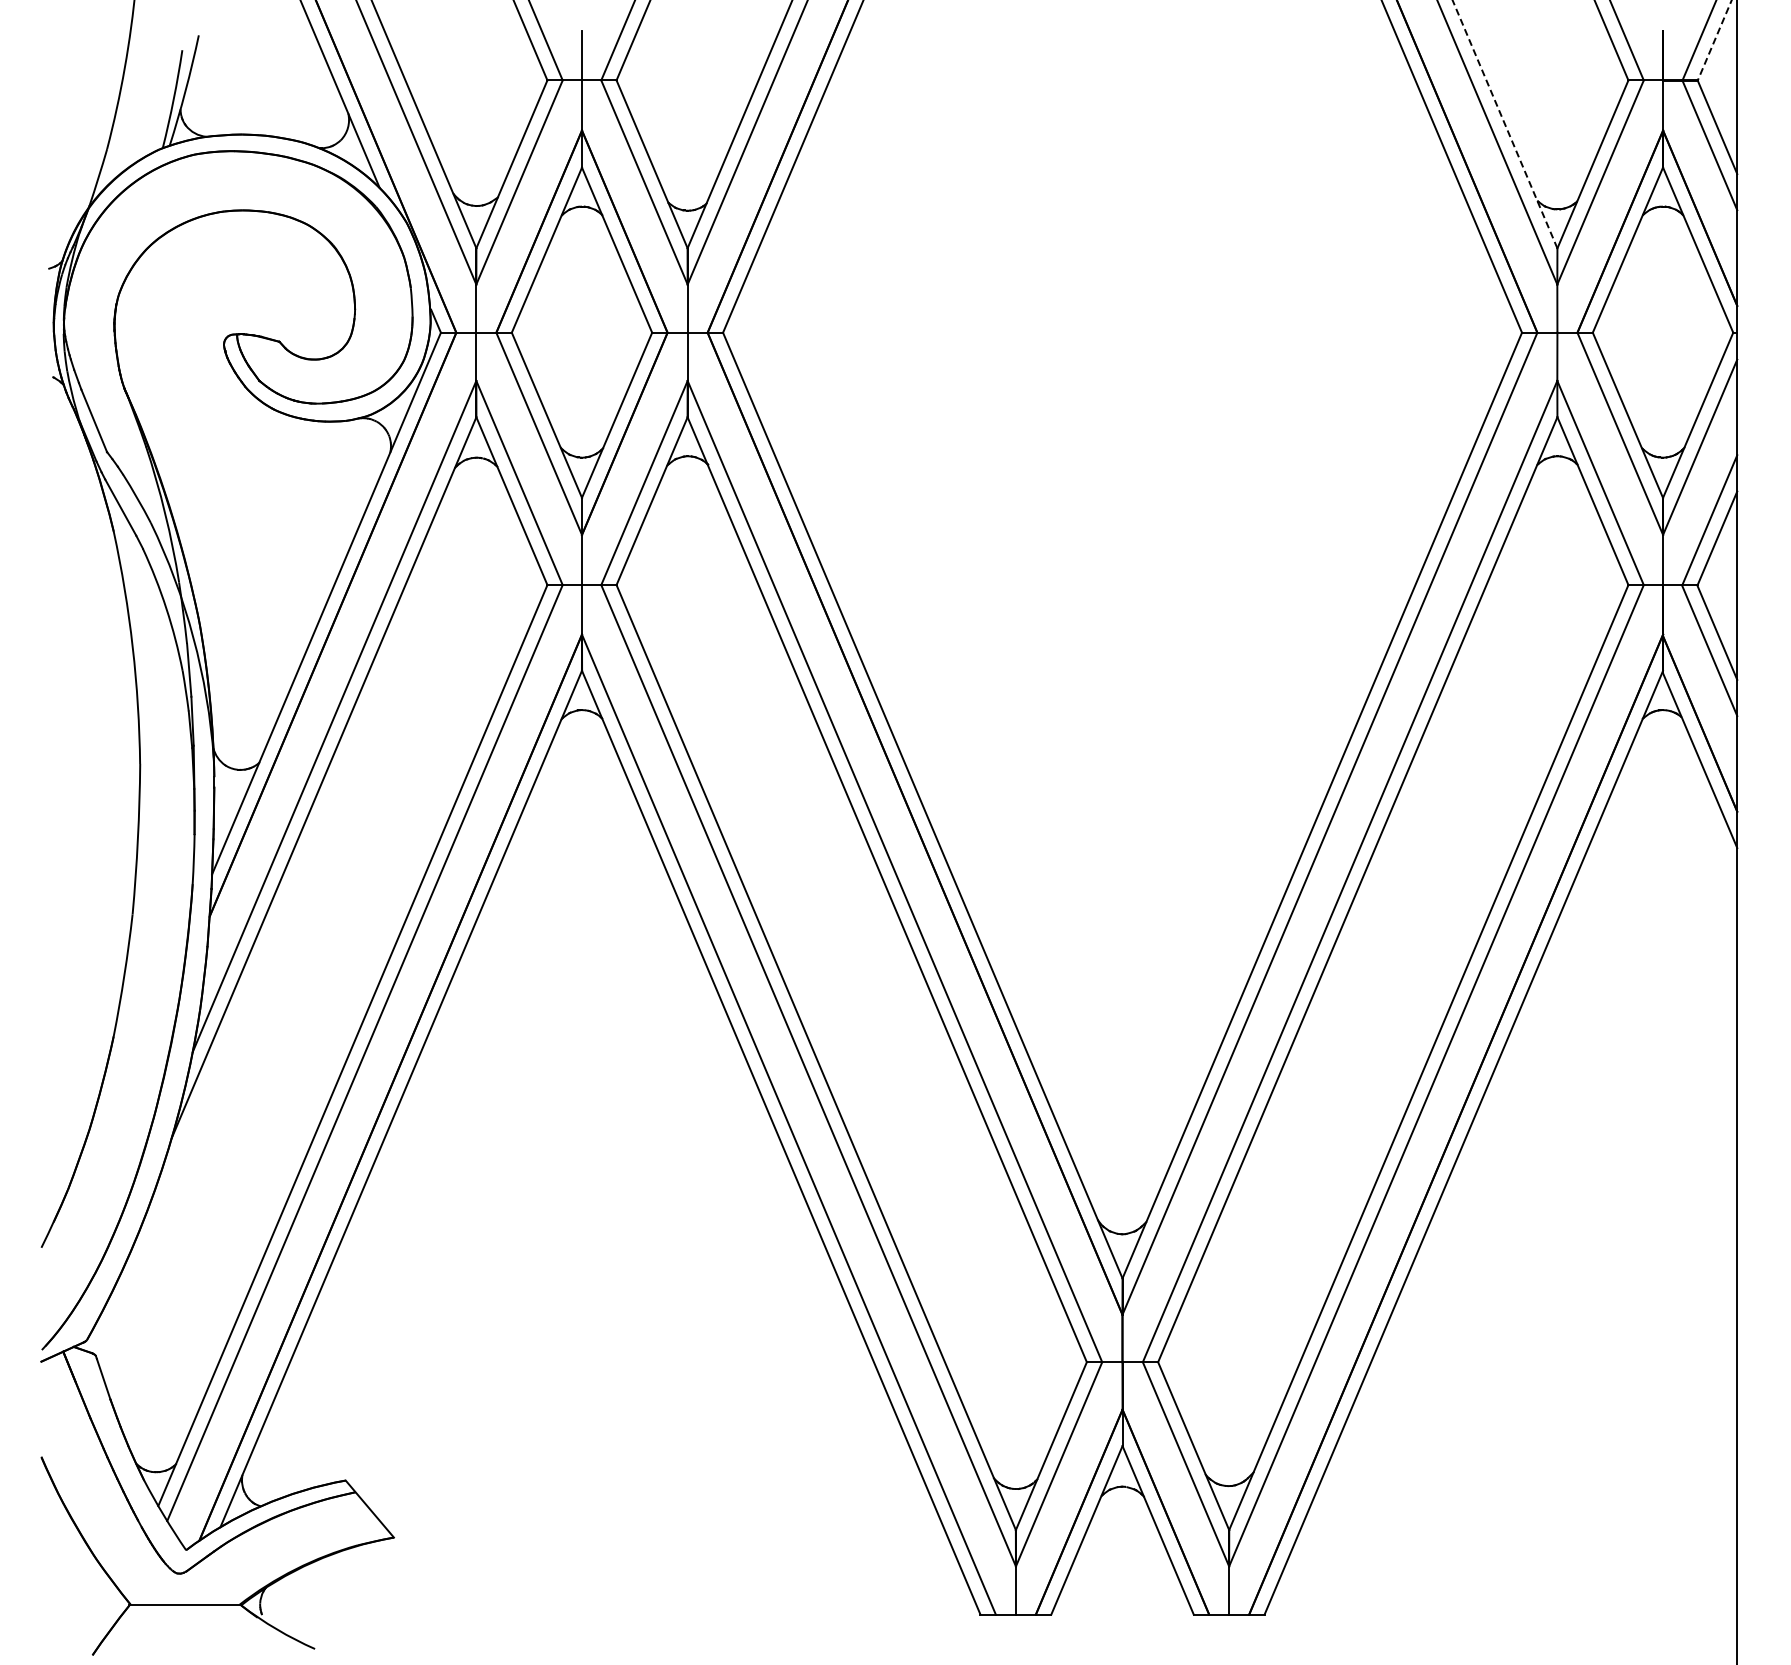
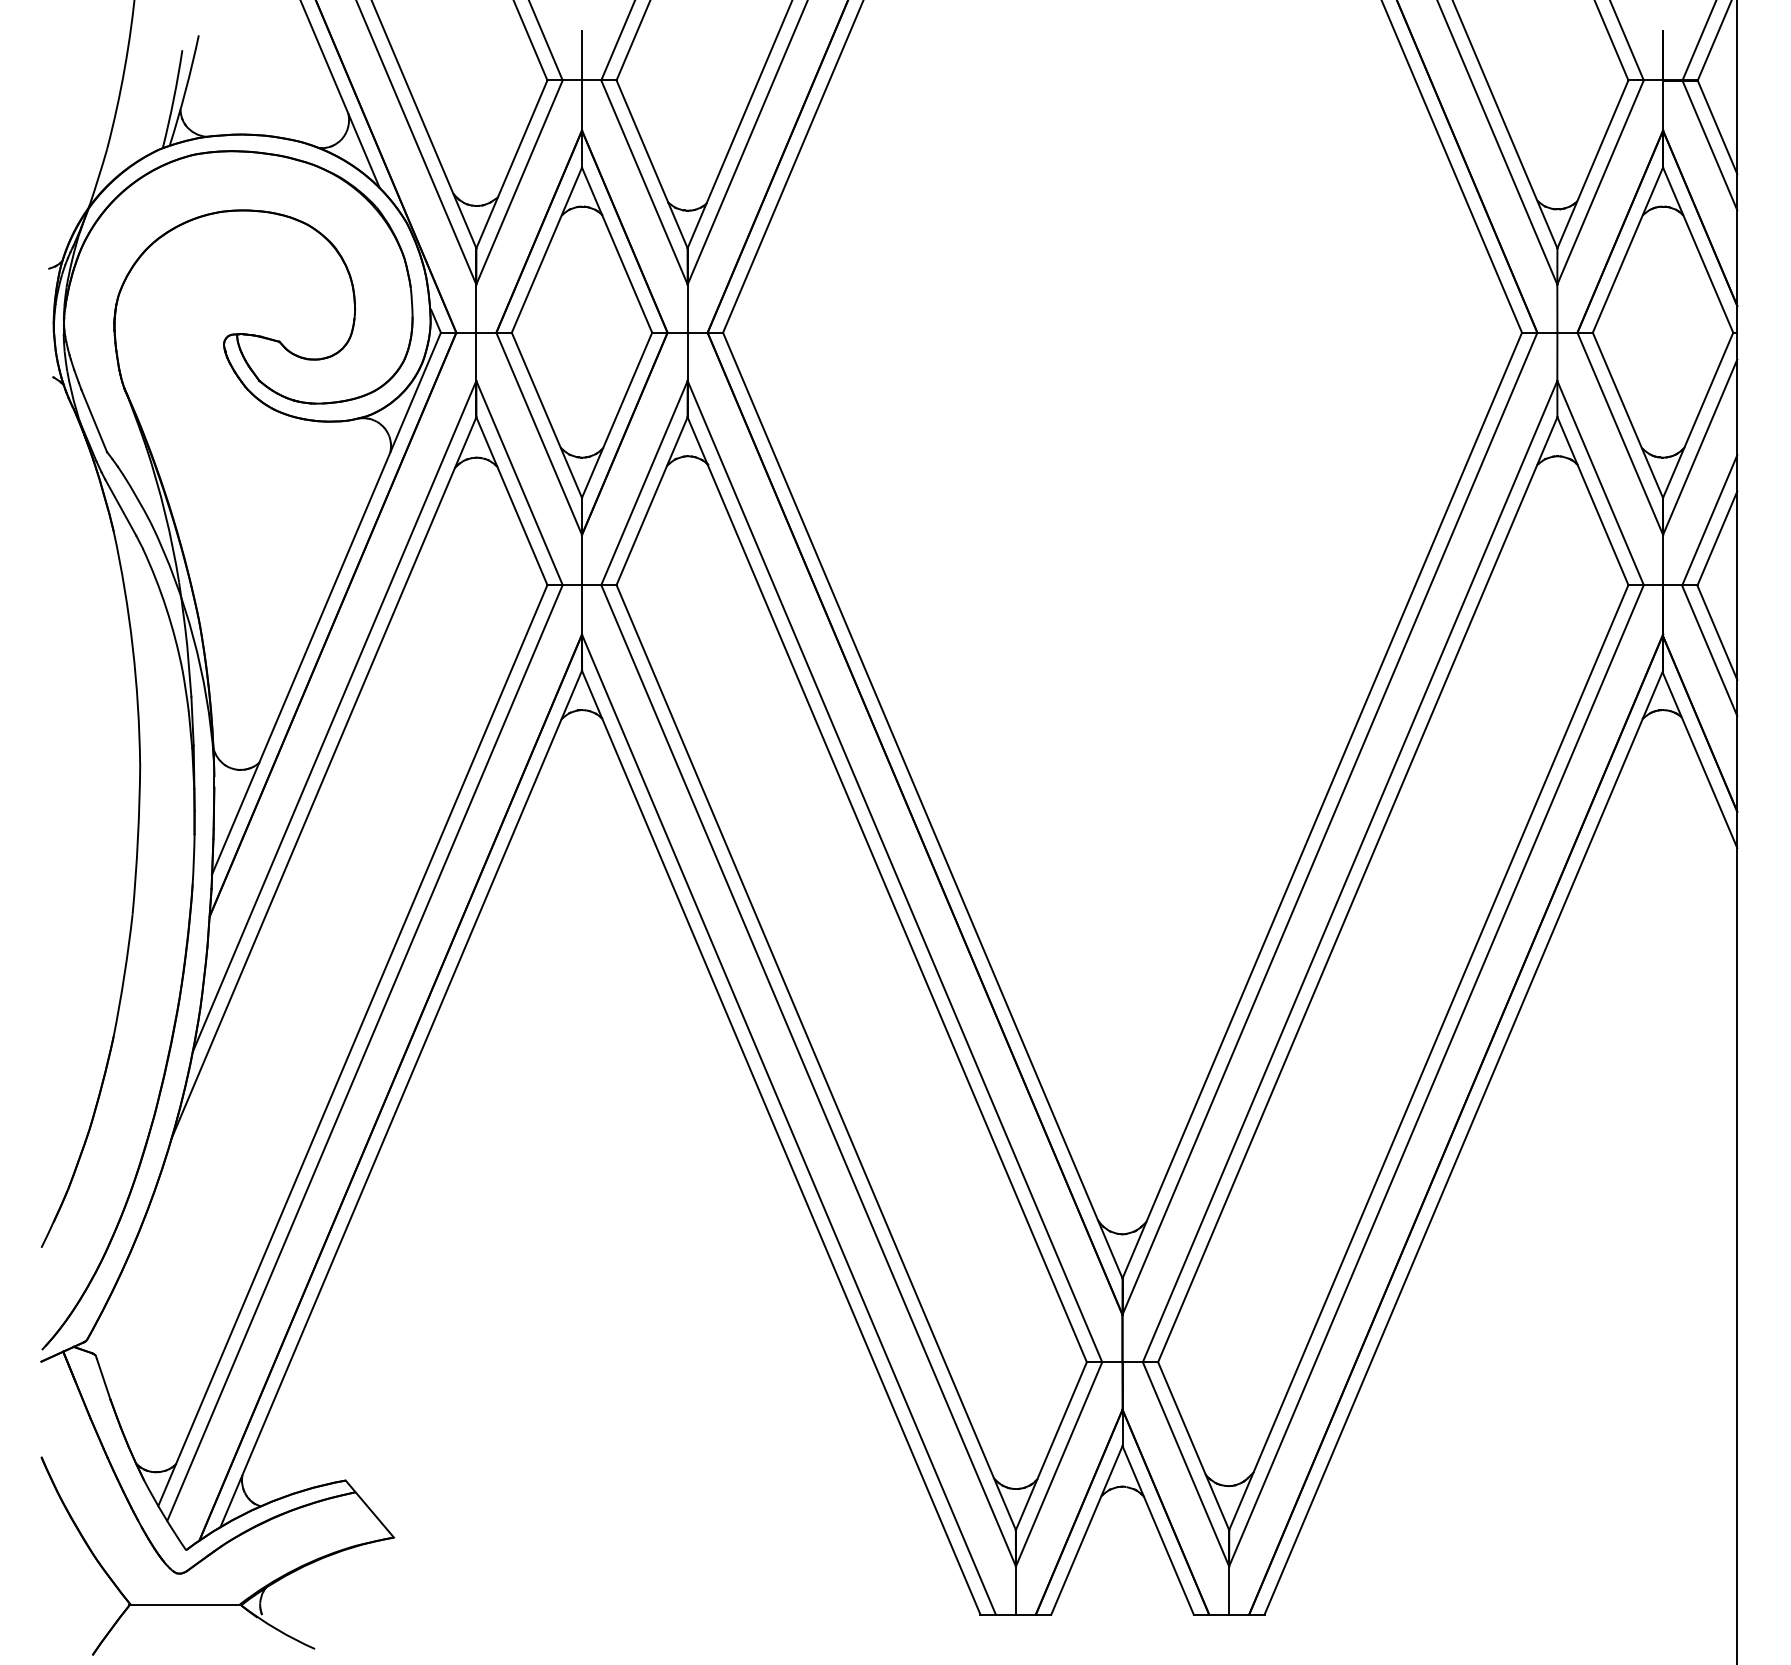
line at (1714, 40): dashed -> solid
line at (1504, 124): dashed -> solid
